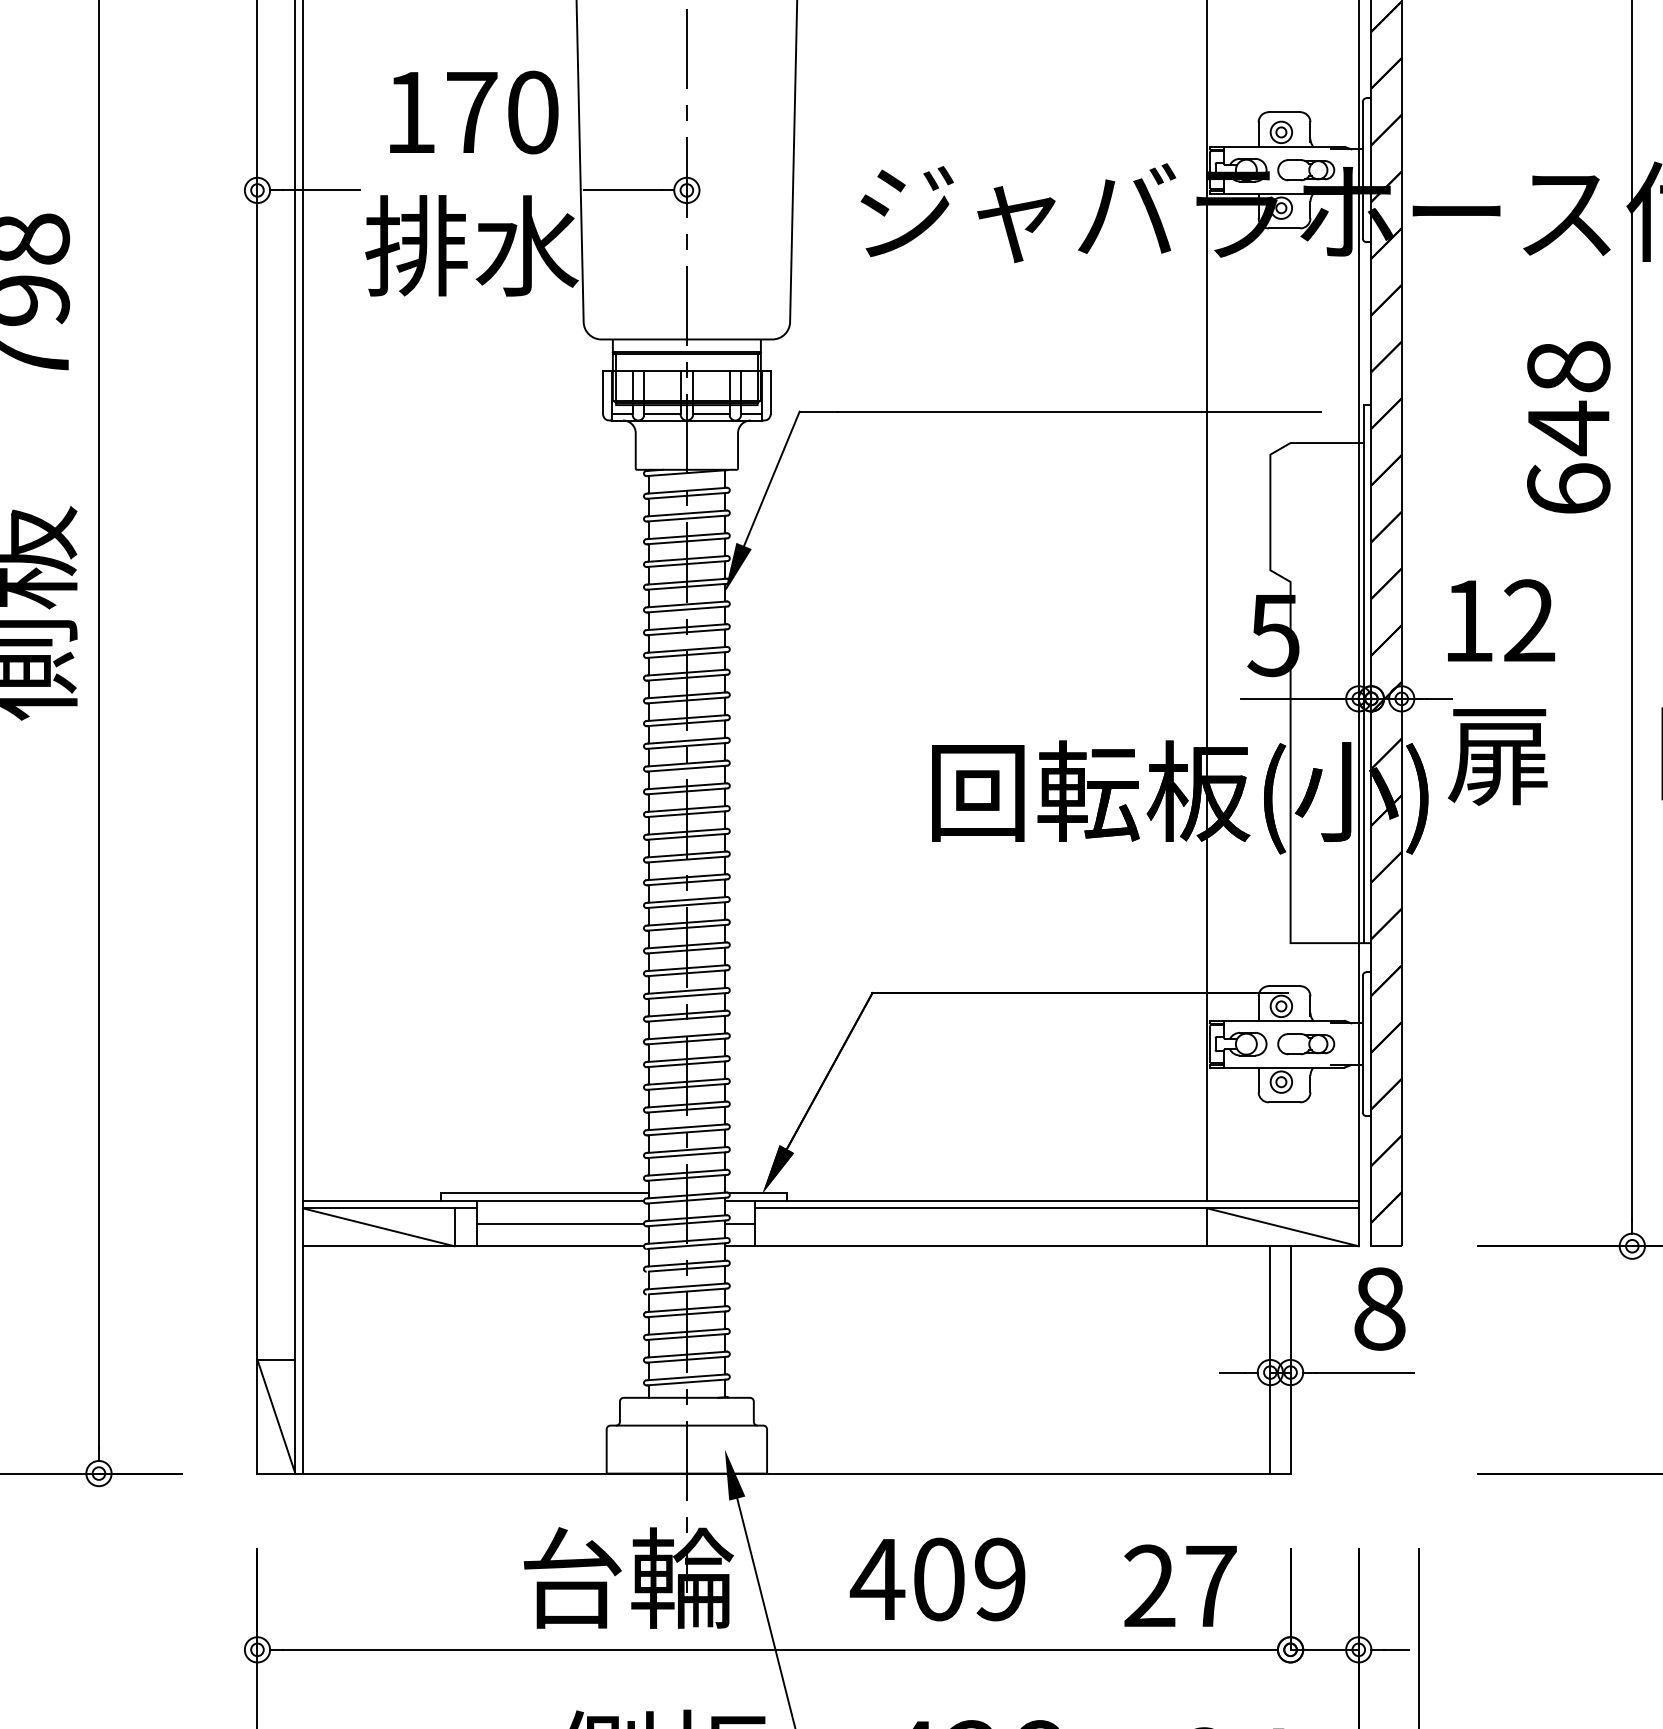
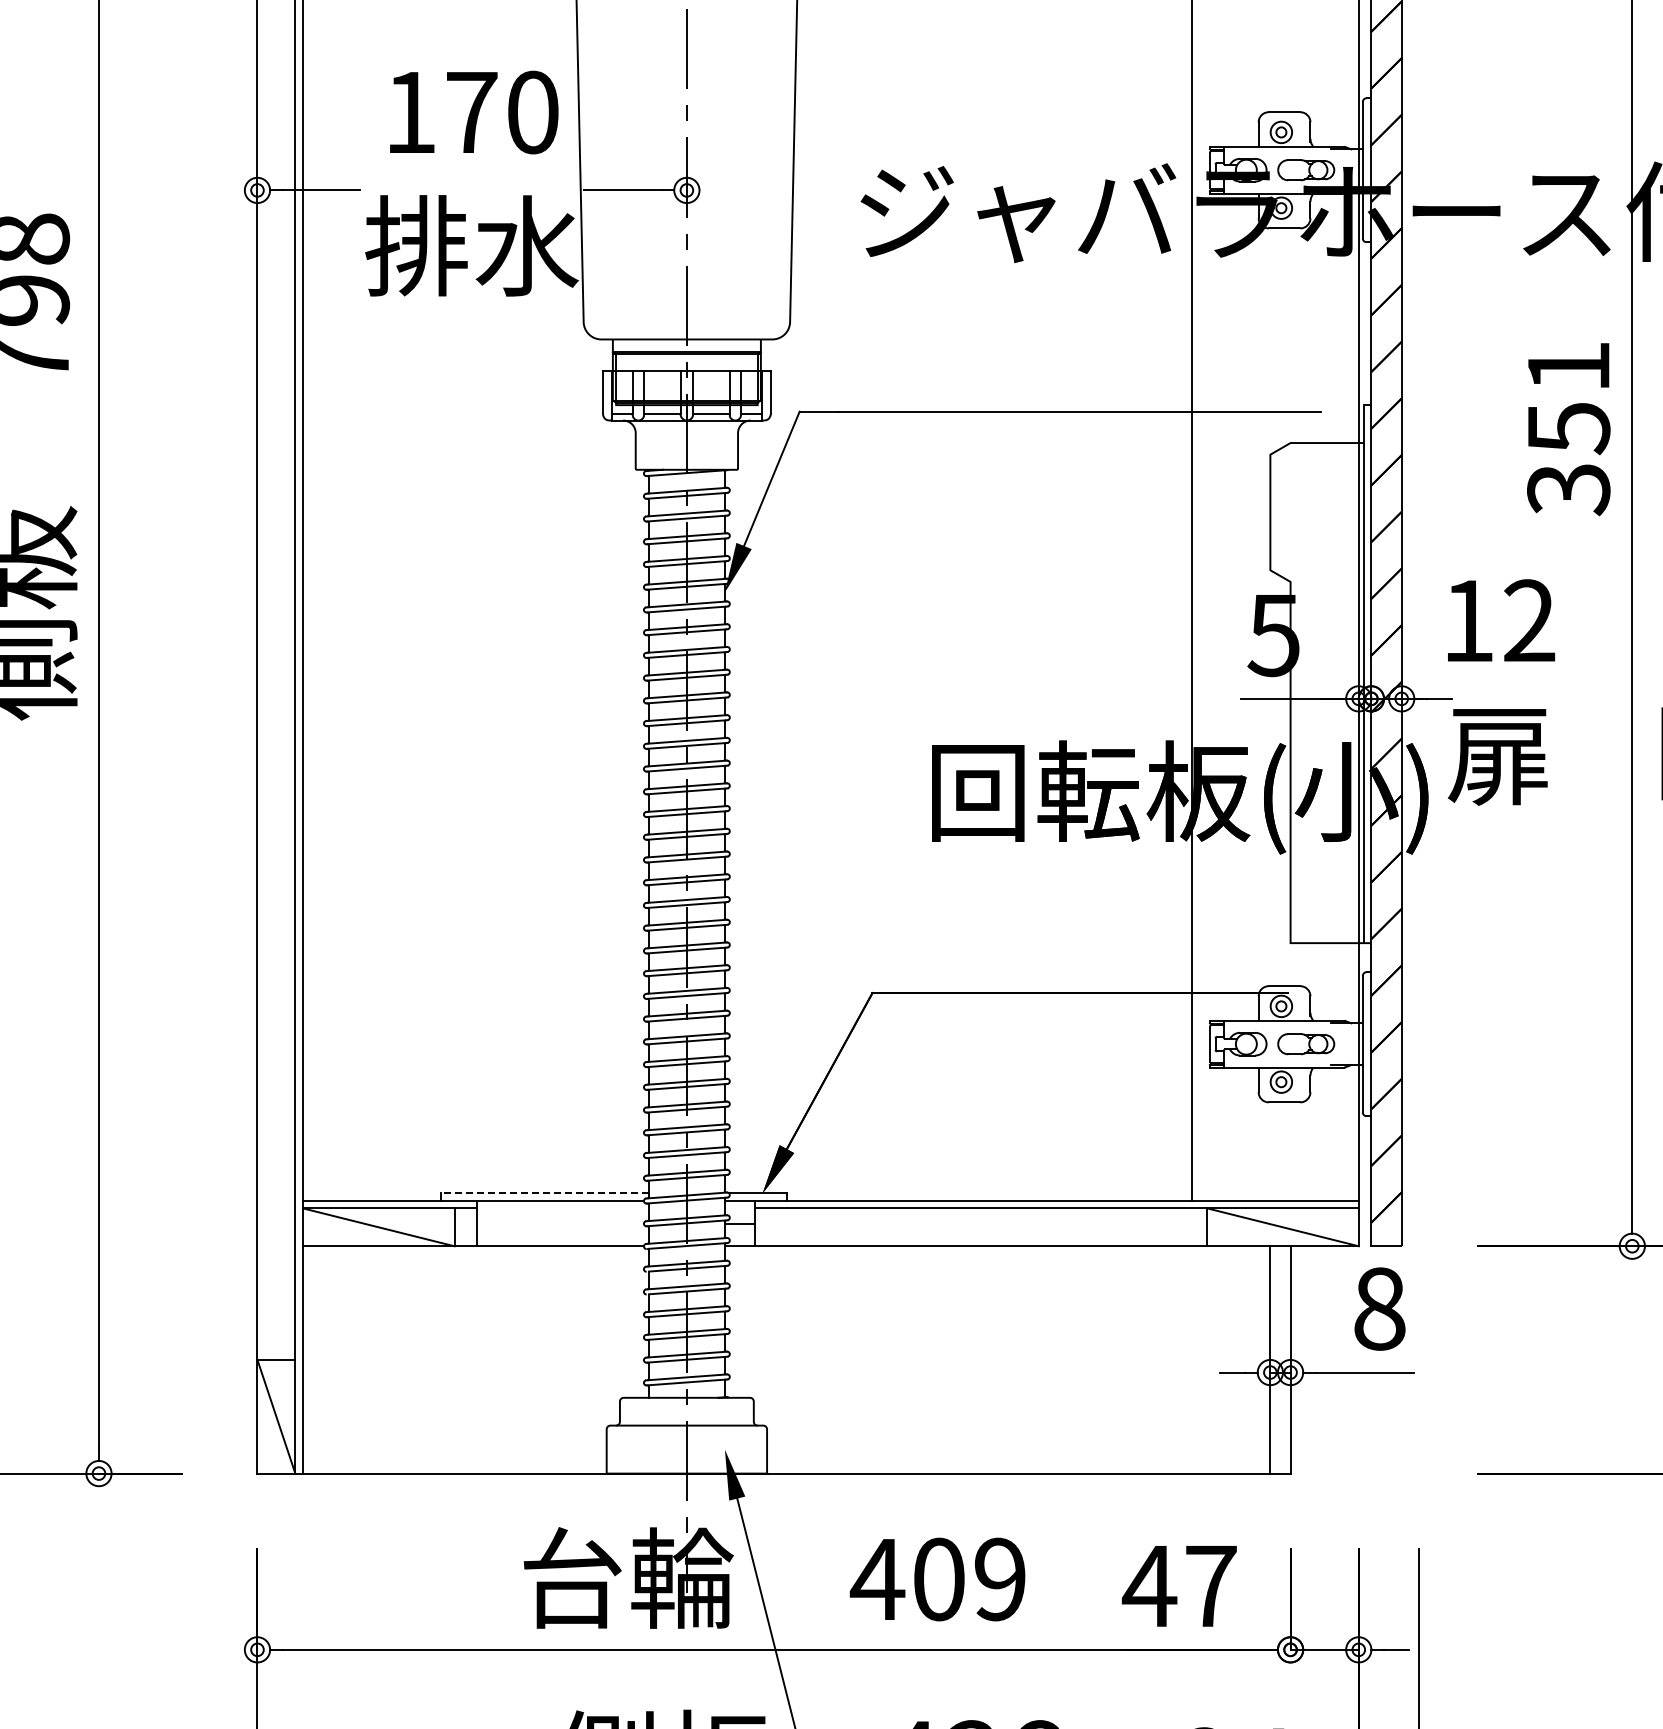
text at (1568, 428): 648 -> 351
line at (1207, 601) position: (1207, 601) -> (1192, 601)
line at (544, 1193): solid -> dashed
line at (560, 1223): present -> none
text at (1149, 1585): 27 -> 47
